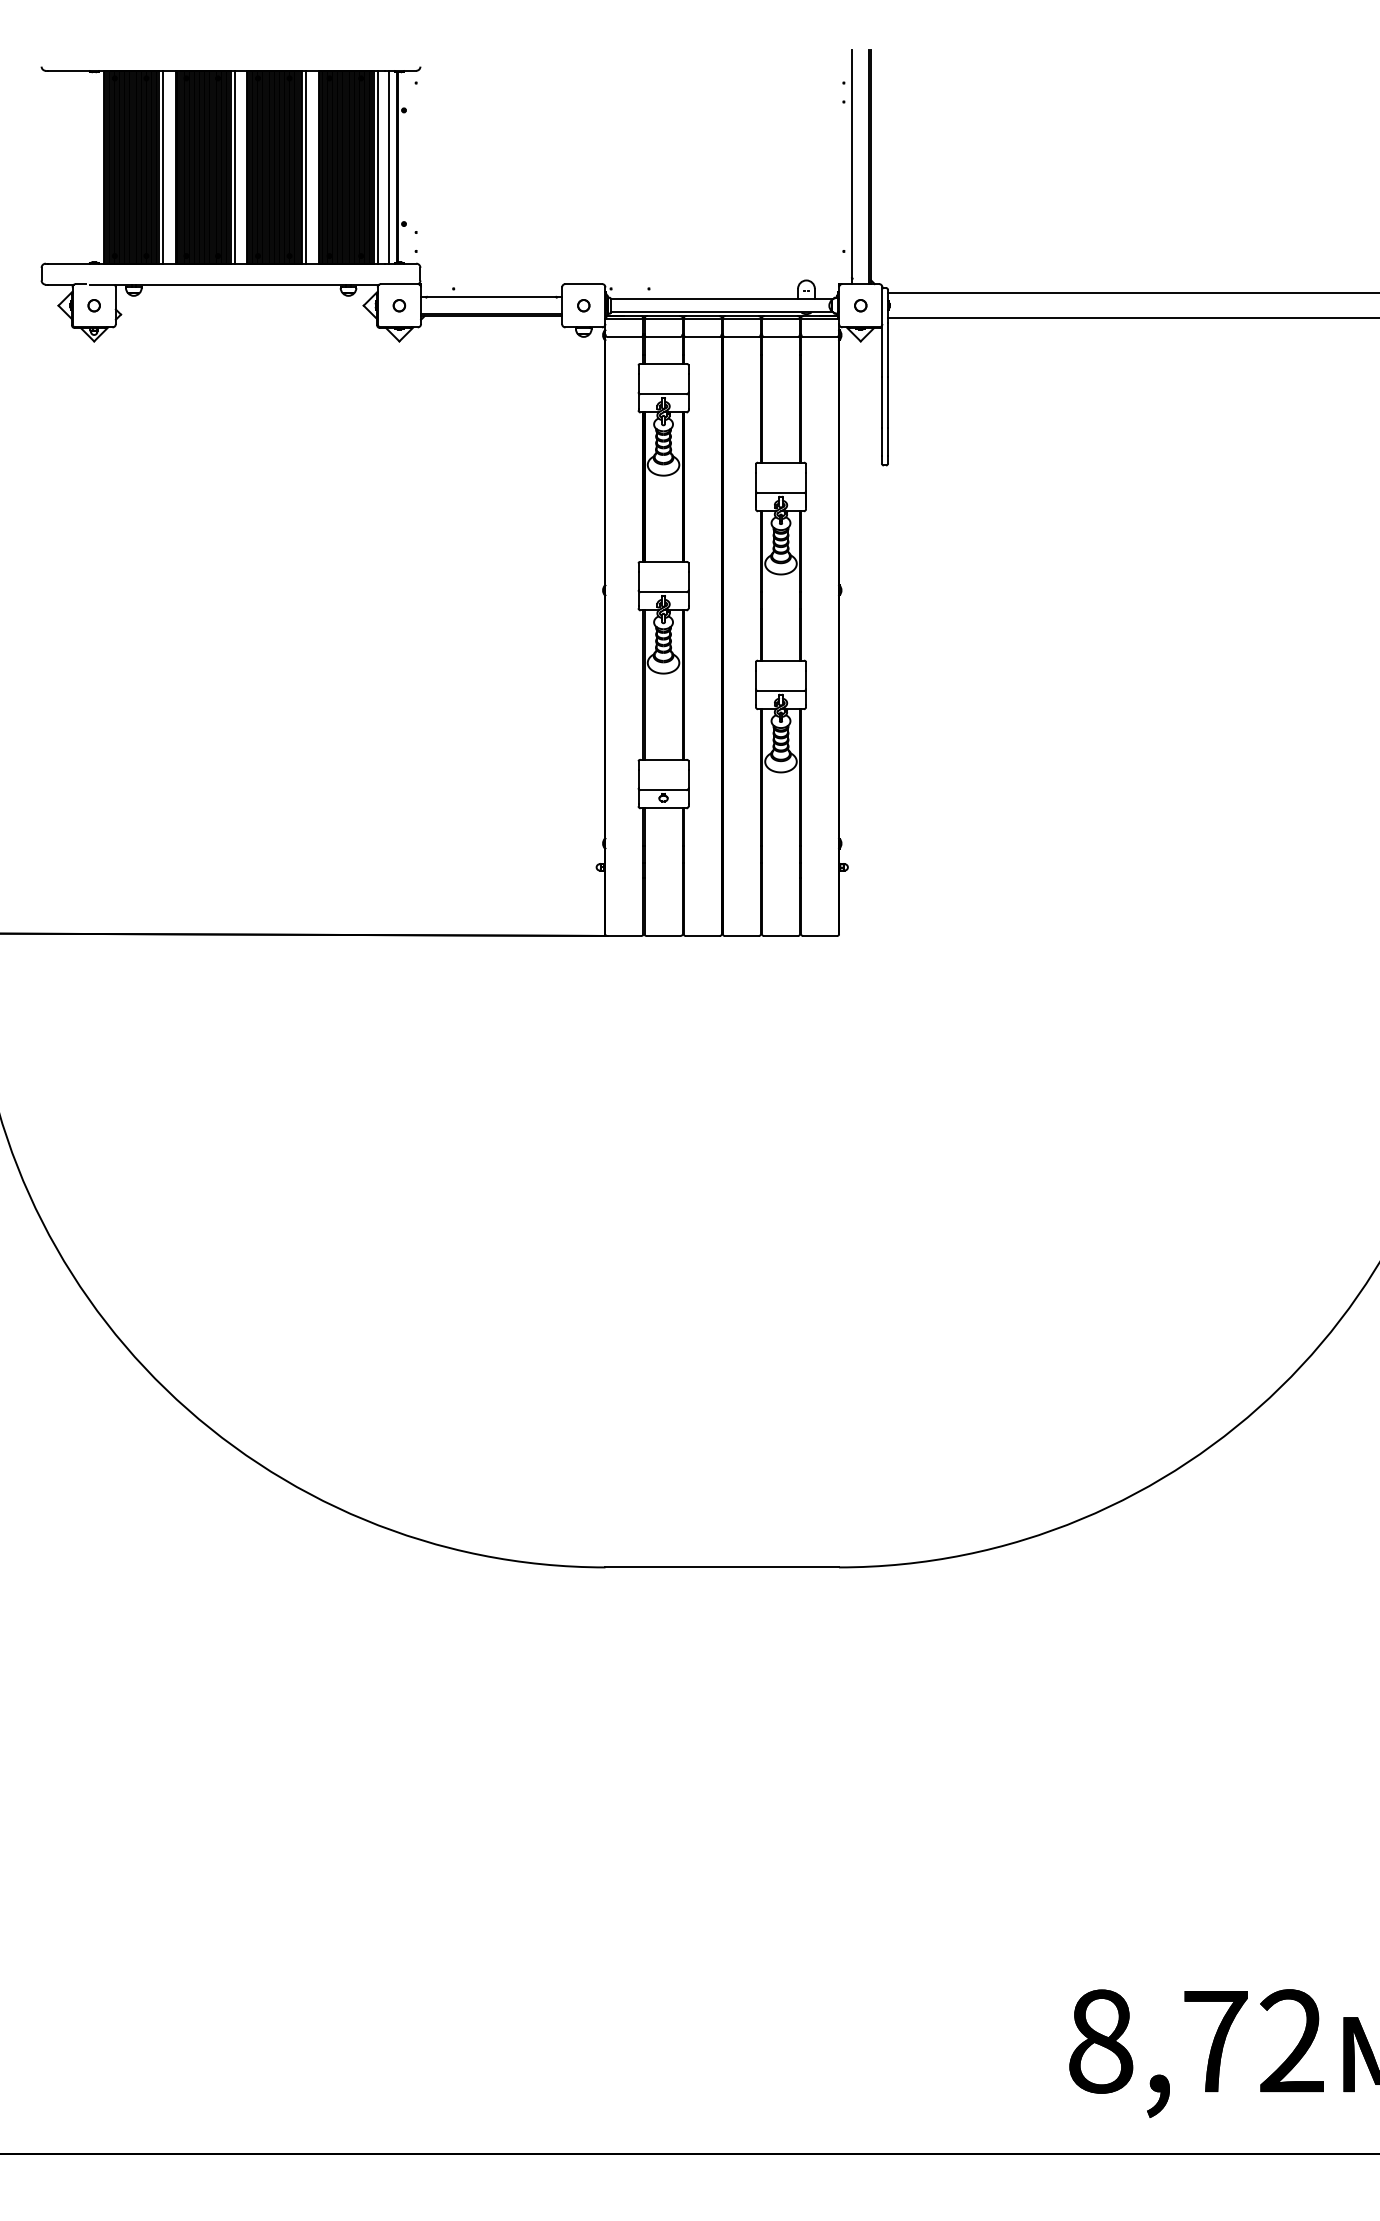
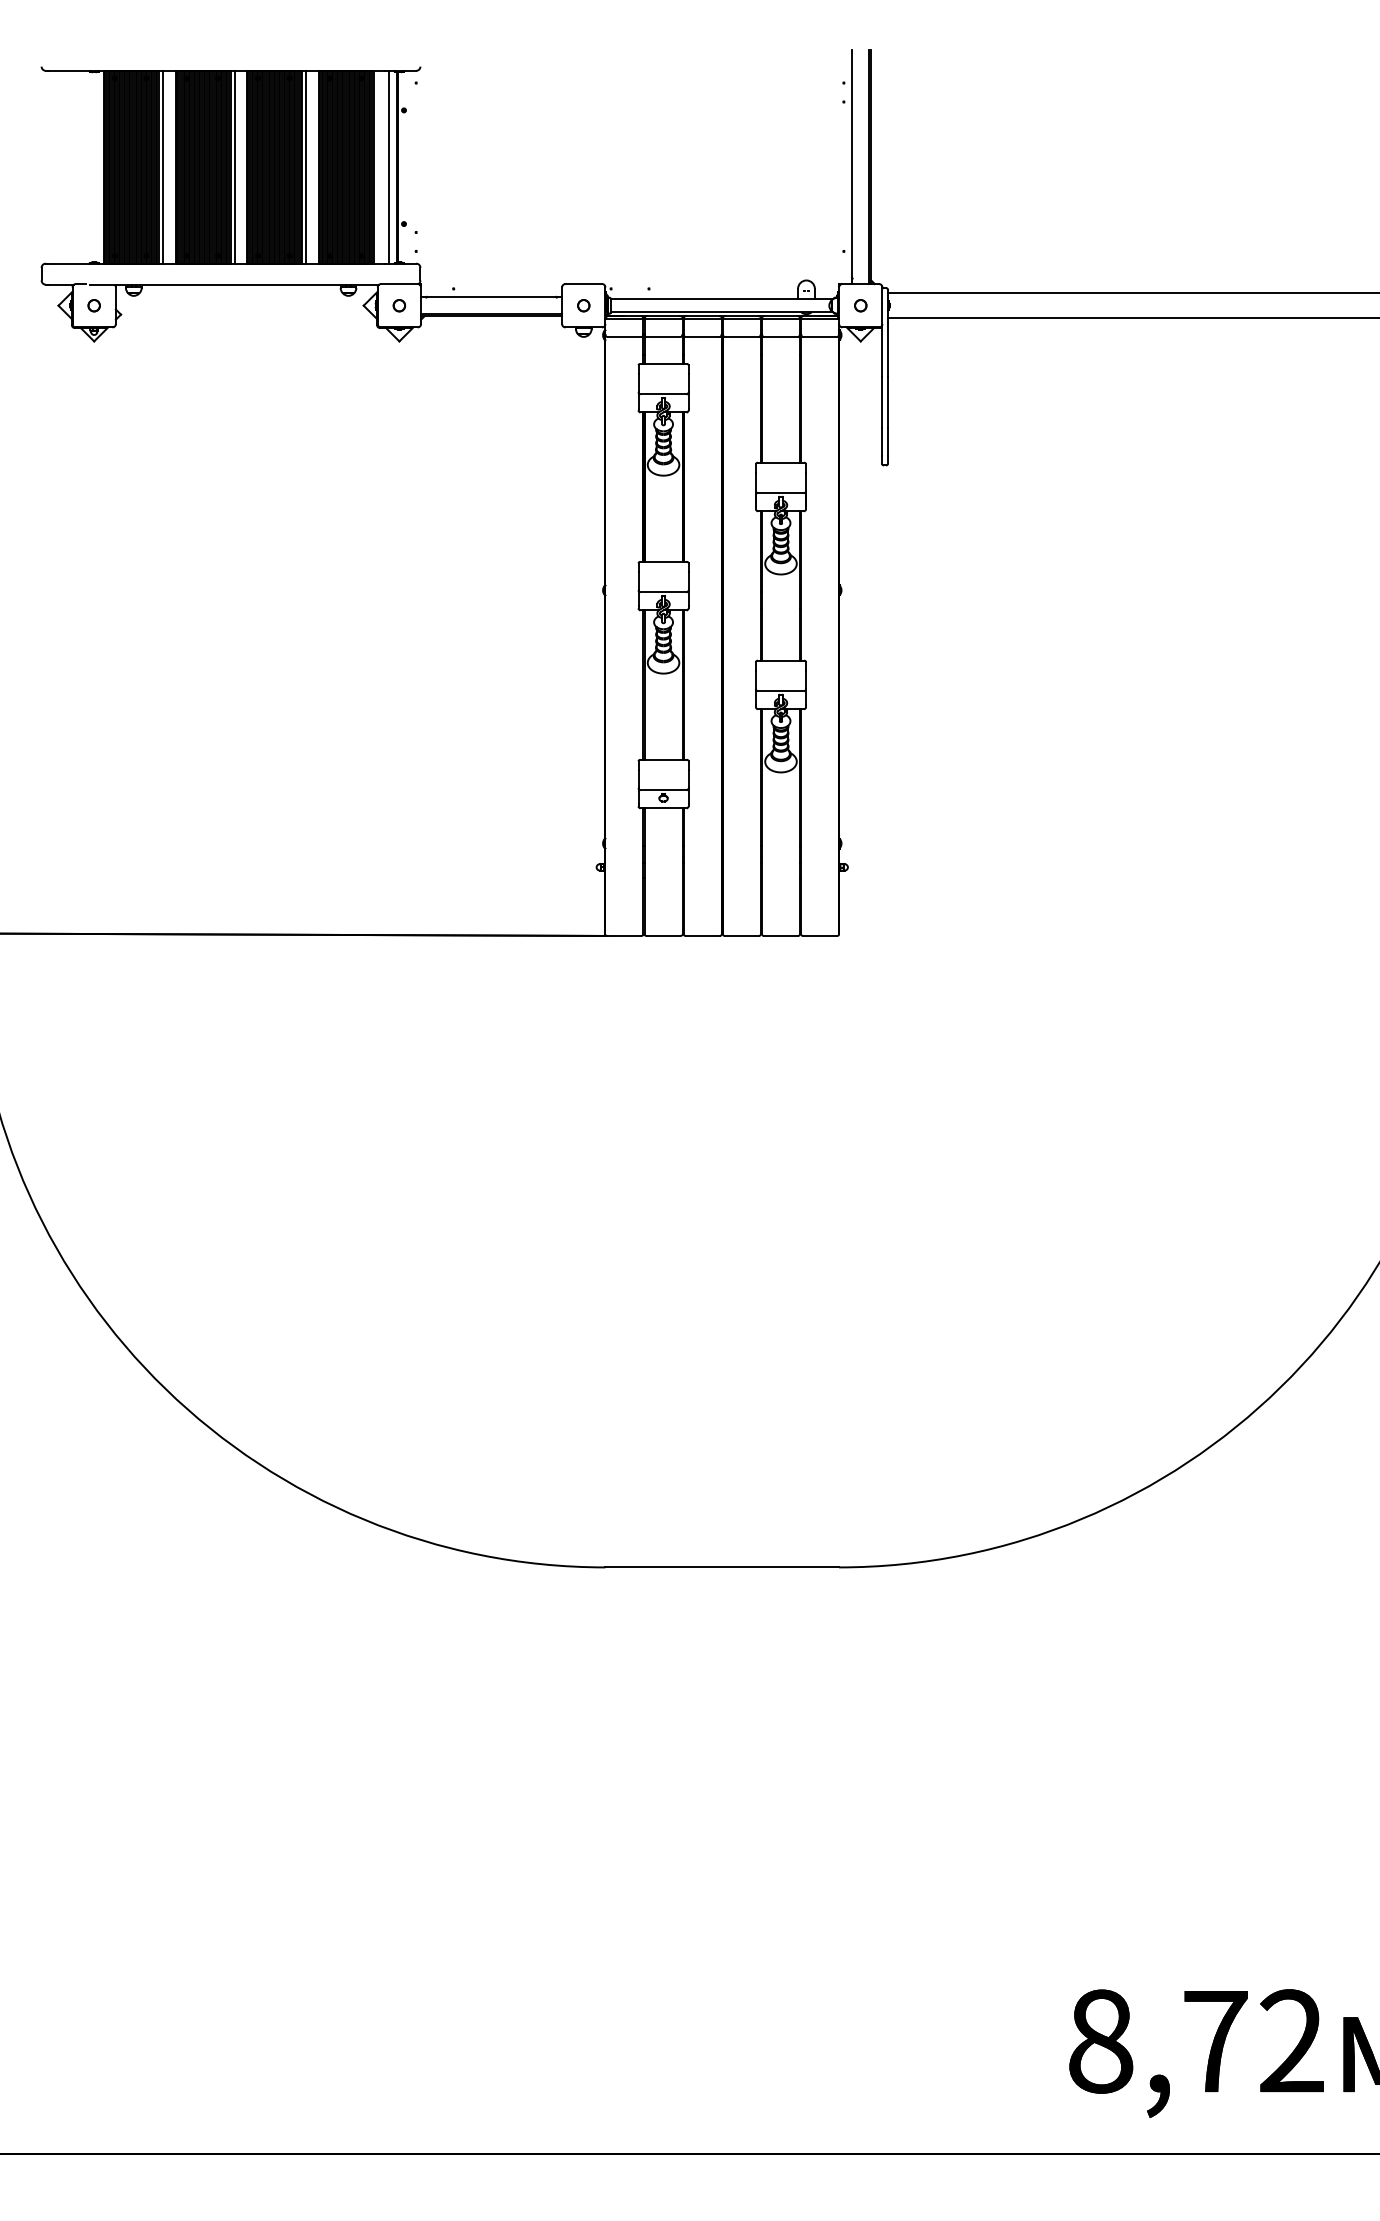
line at (377, 166): present -> none
